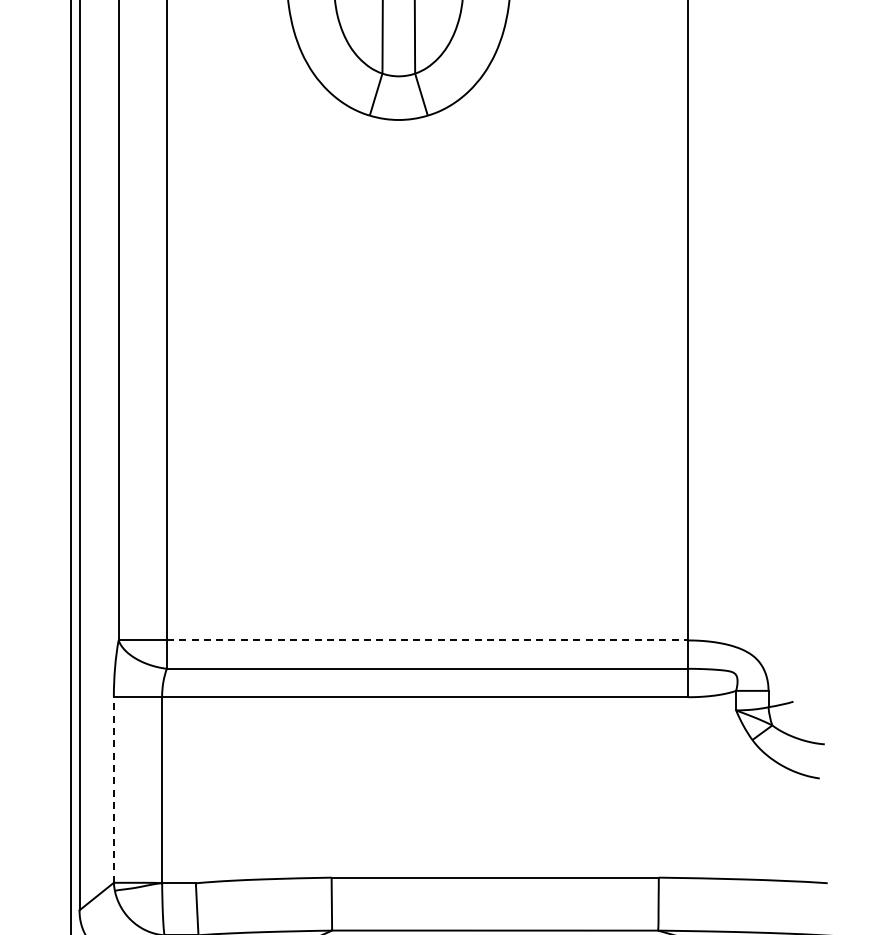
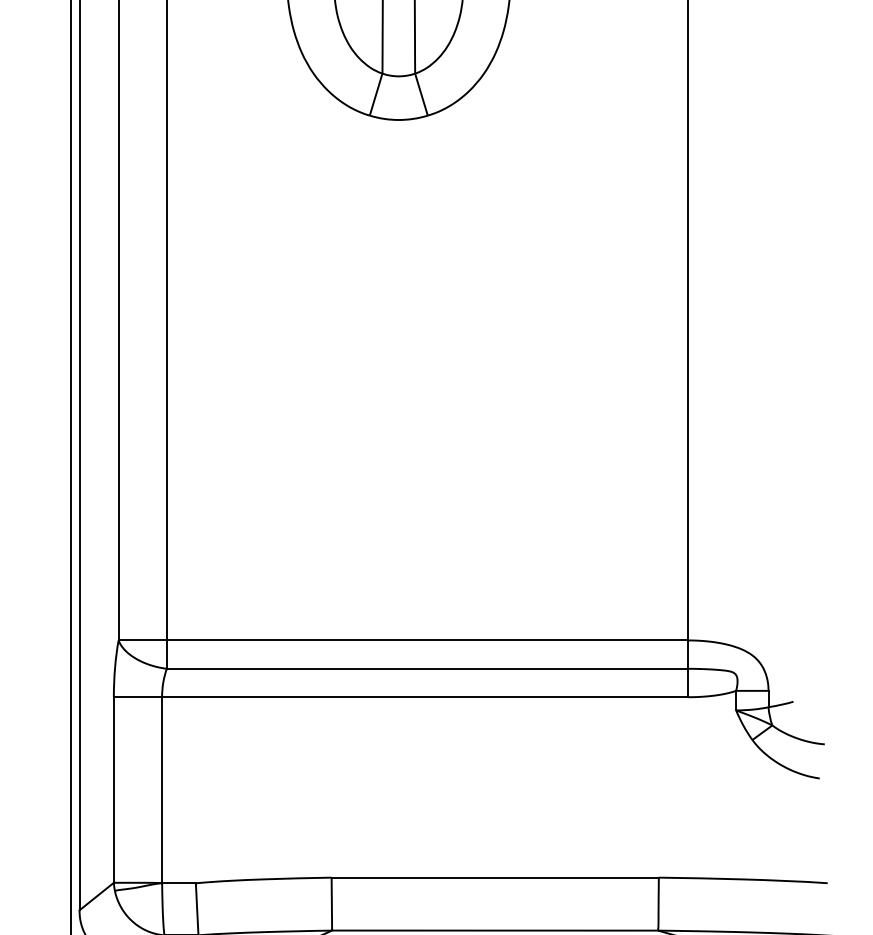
line at (427, 640): dashed -> solid
line at (113, 789): dashed -> solid
